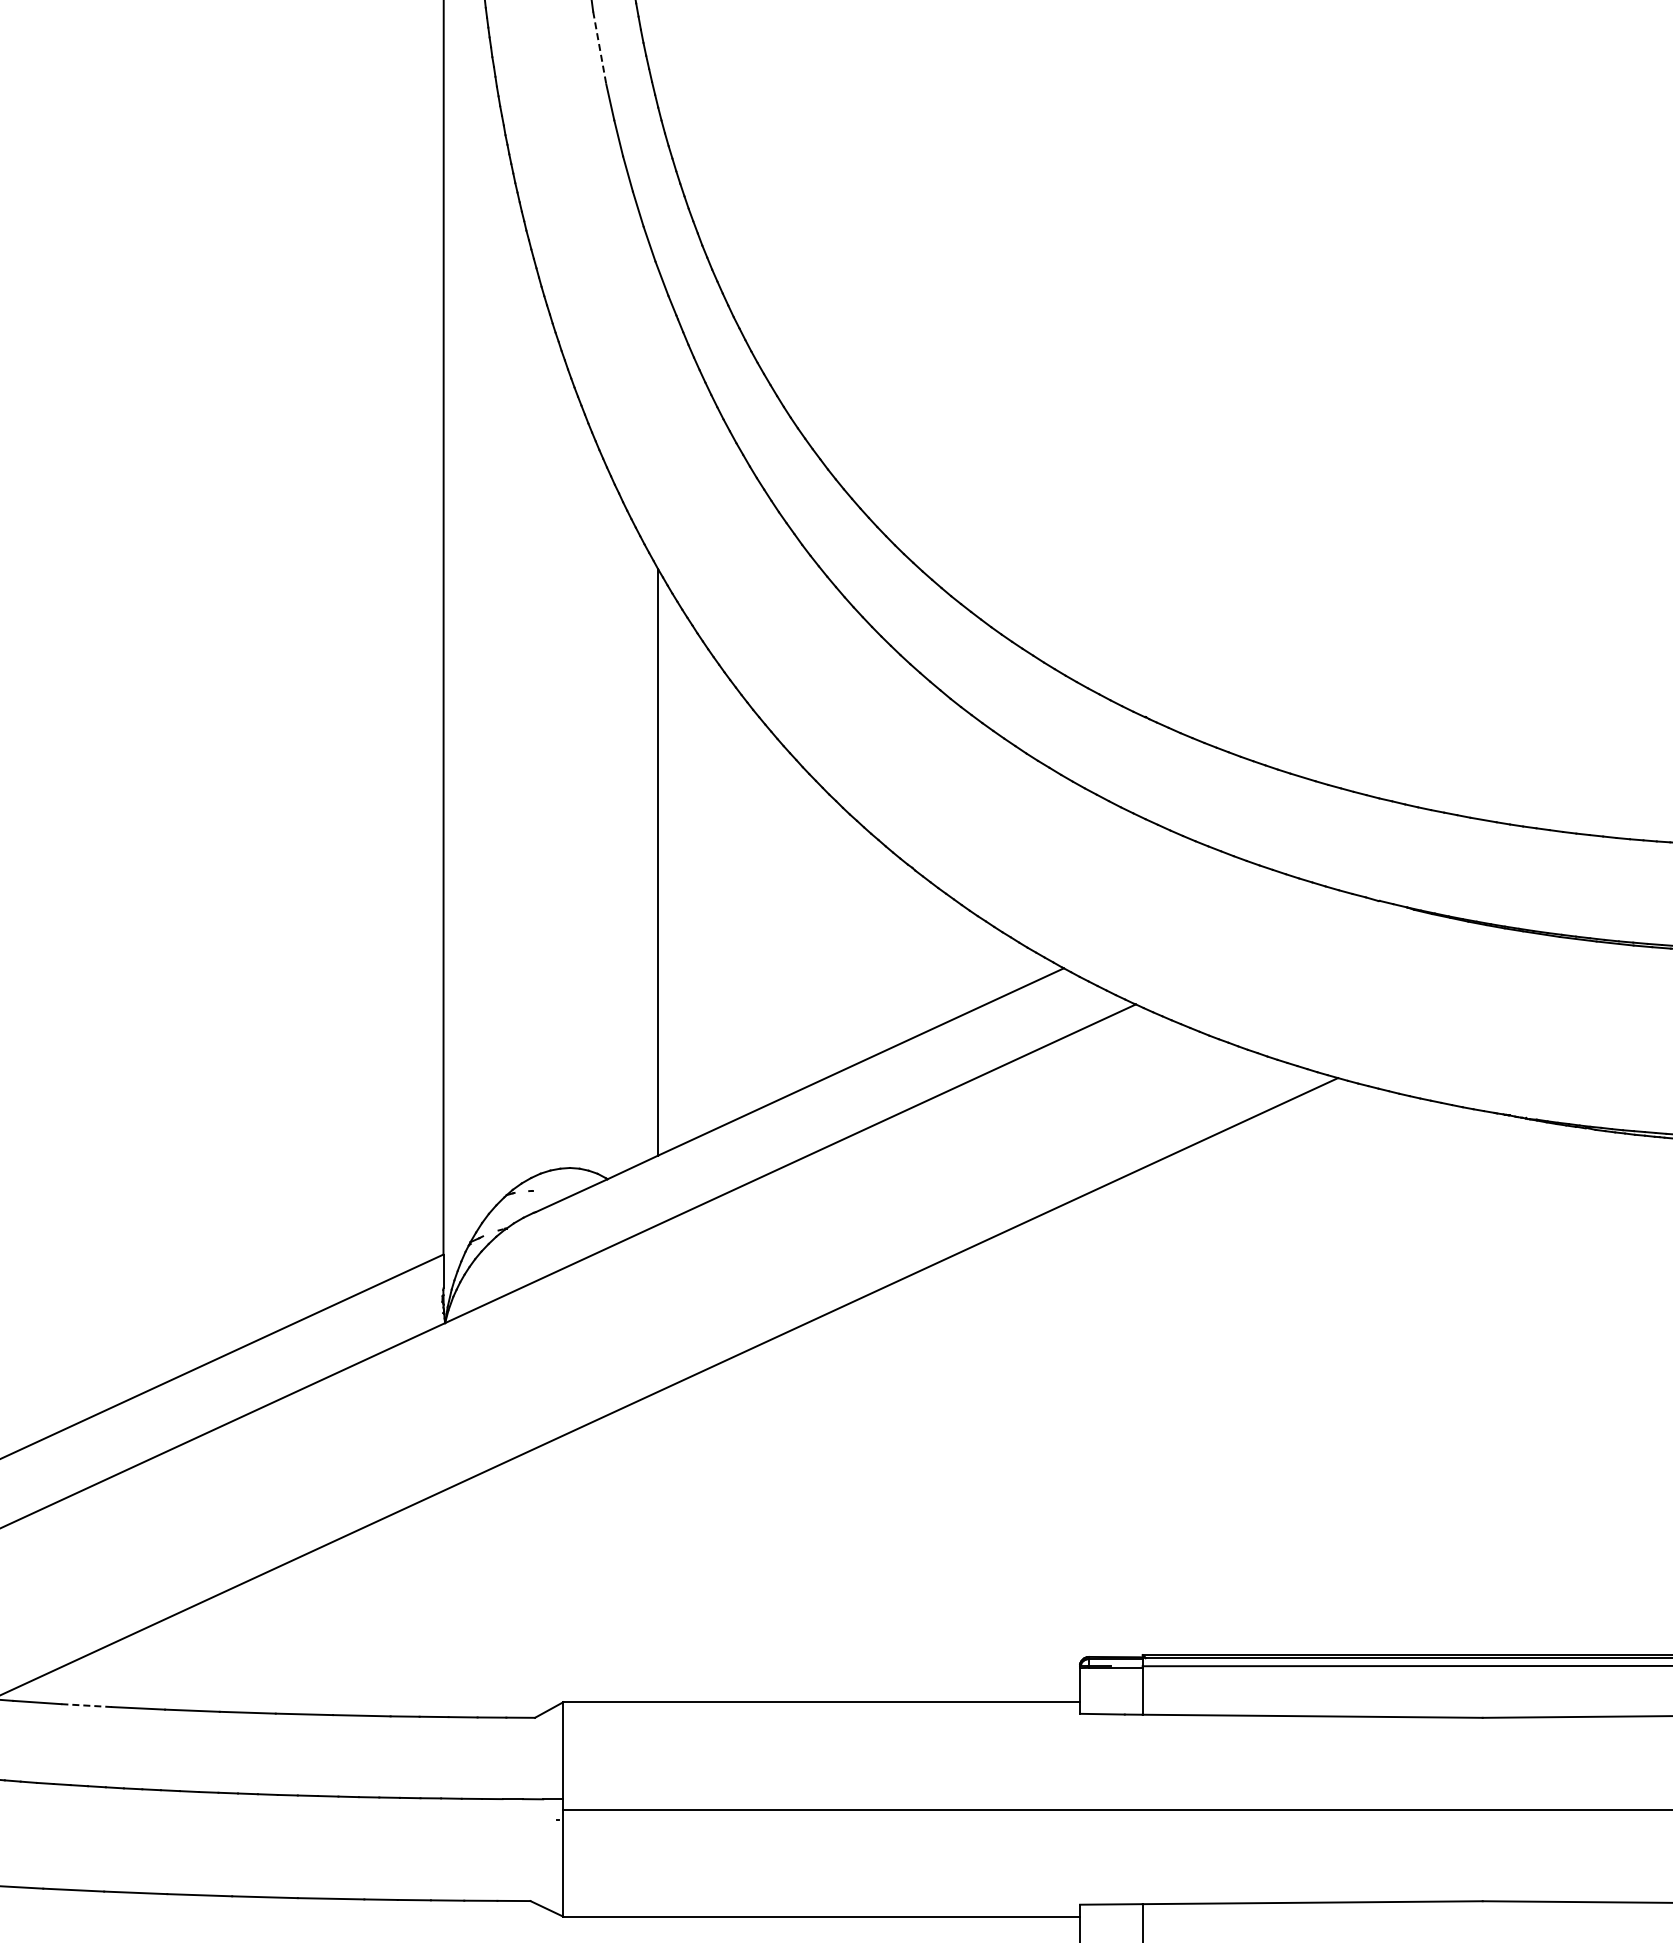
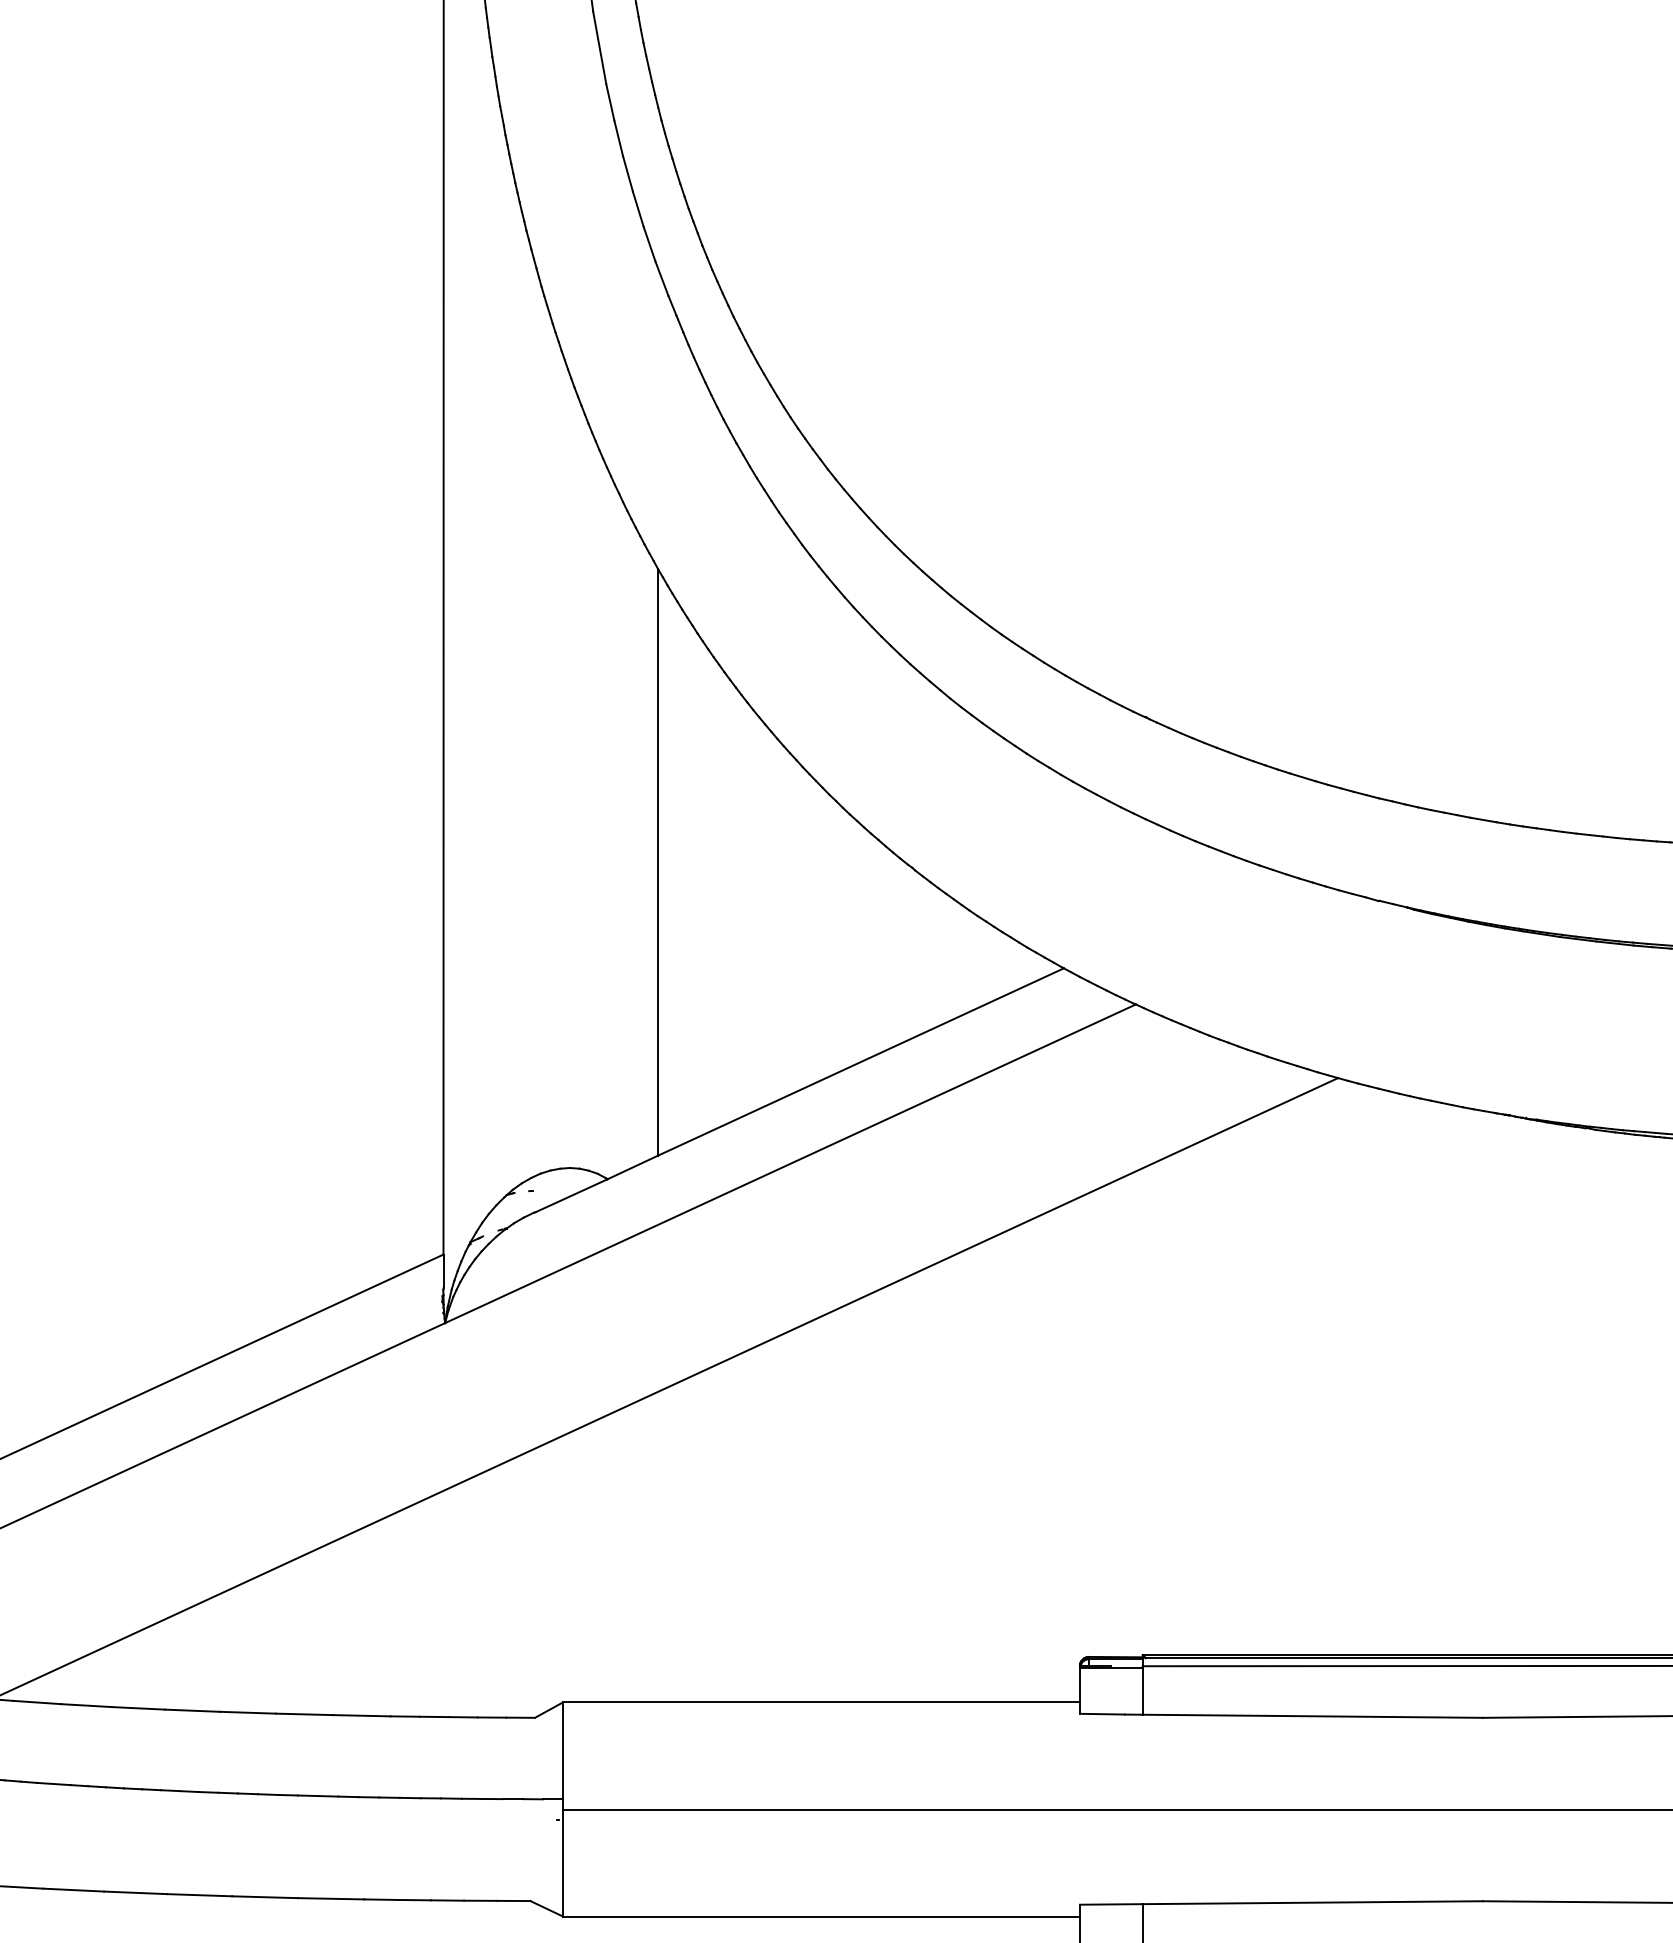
line at (599, 47): dashed -> solid
line at (87, 1705): dashed -> solid
